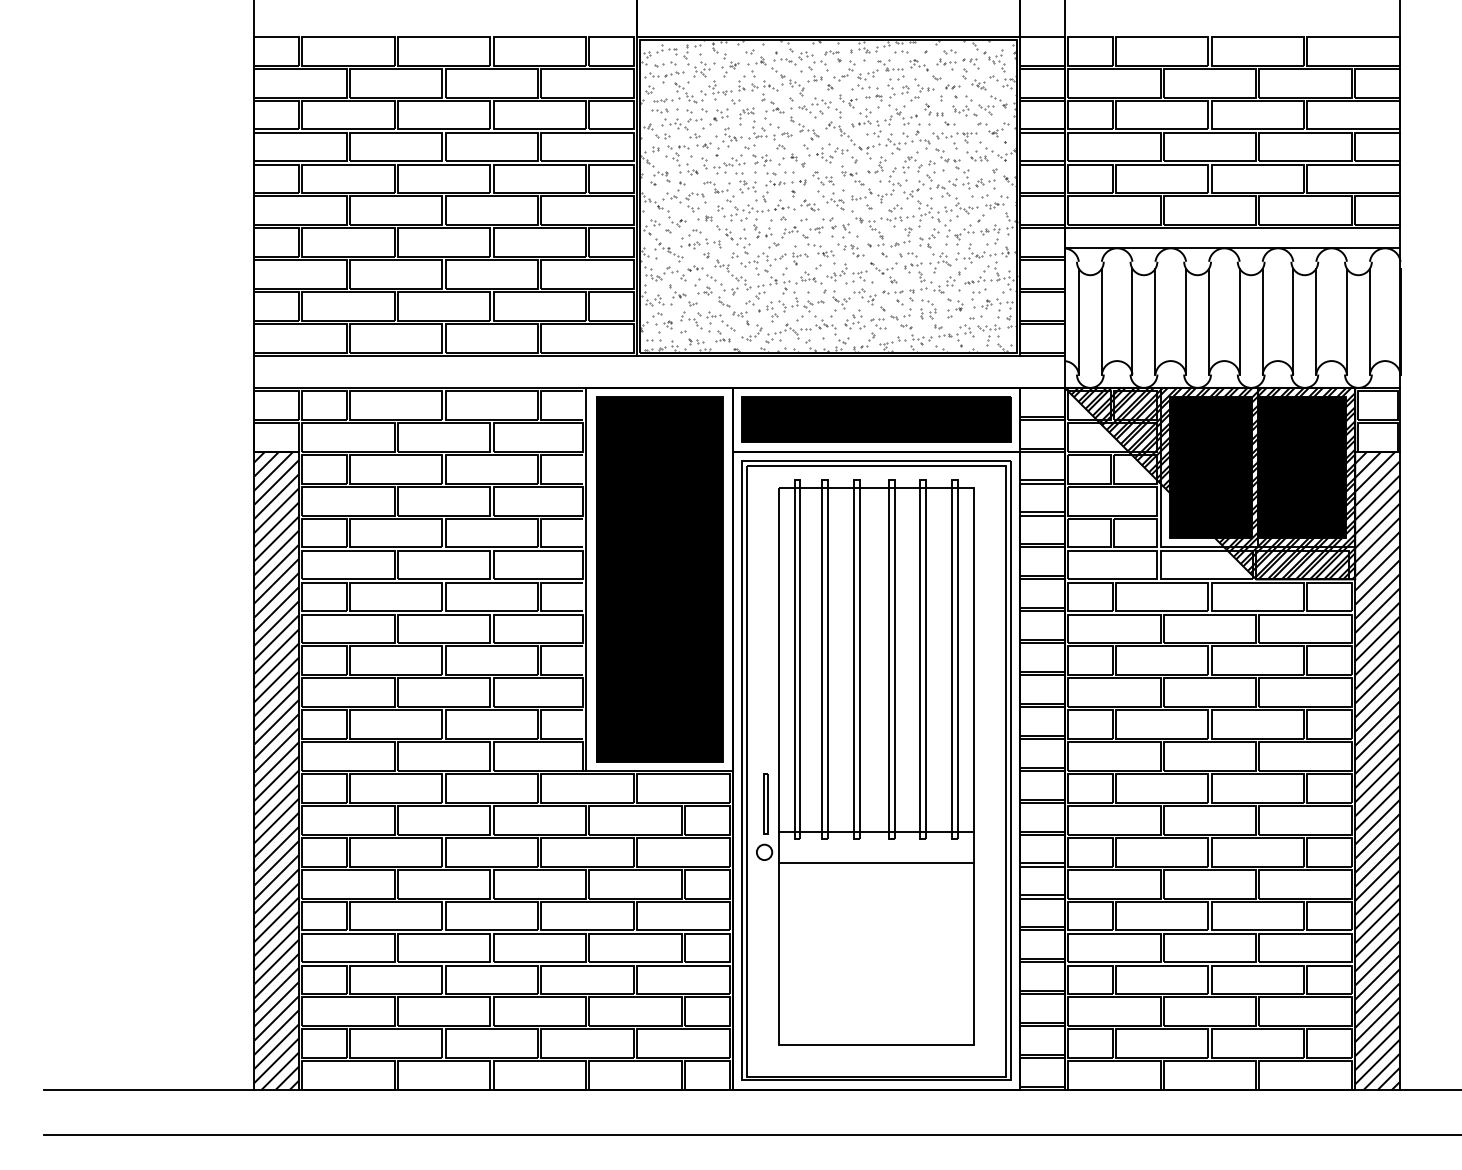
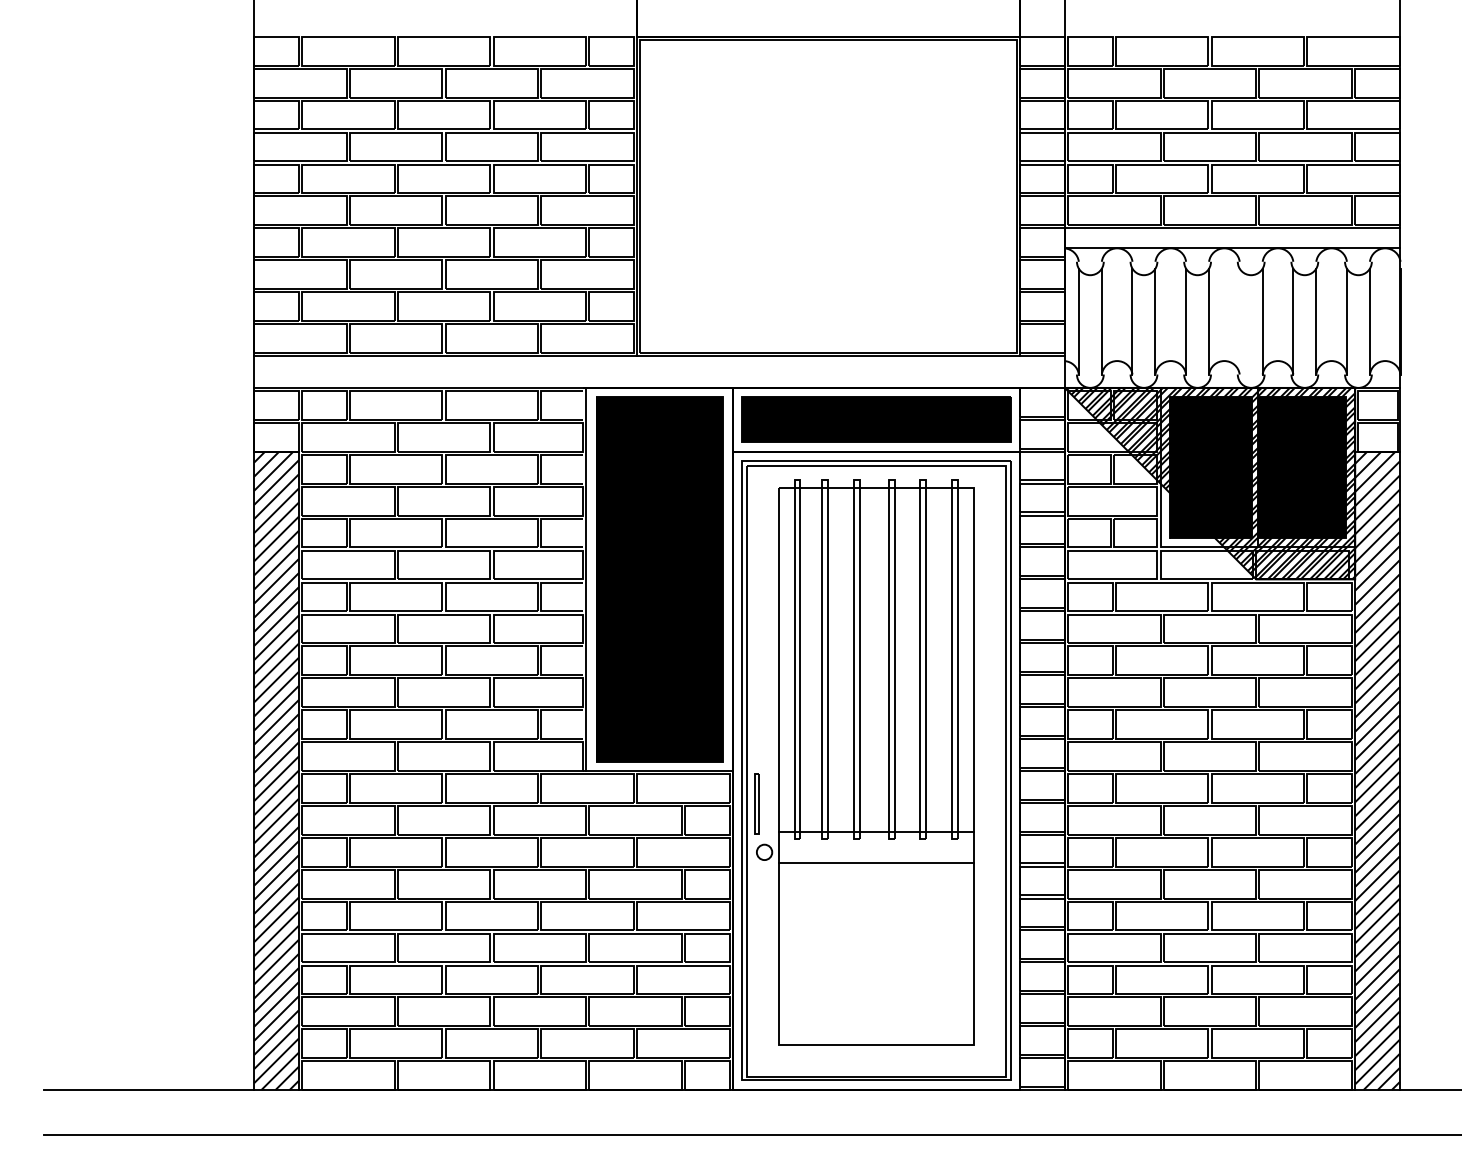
hatch at (828, 196): present -> none
line at (1239, 321): present -> none
part at (765, 803) position: (765, 803) -> (756, 803)
